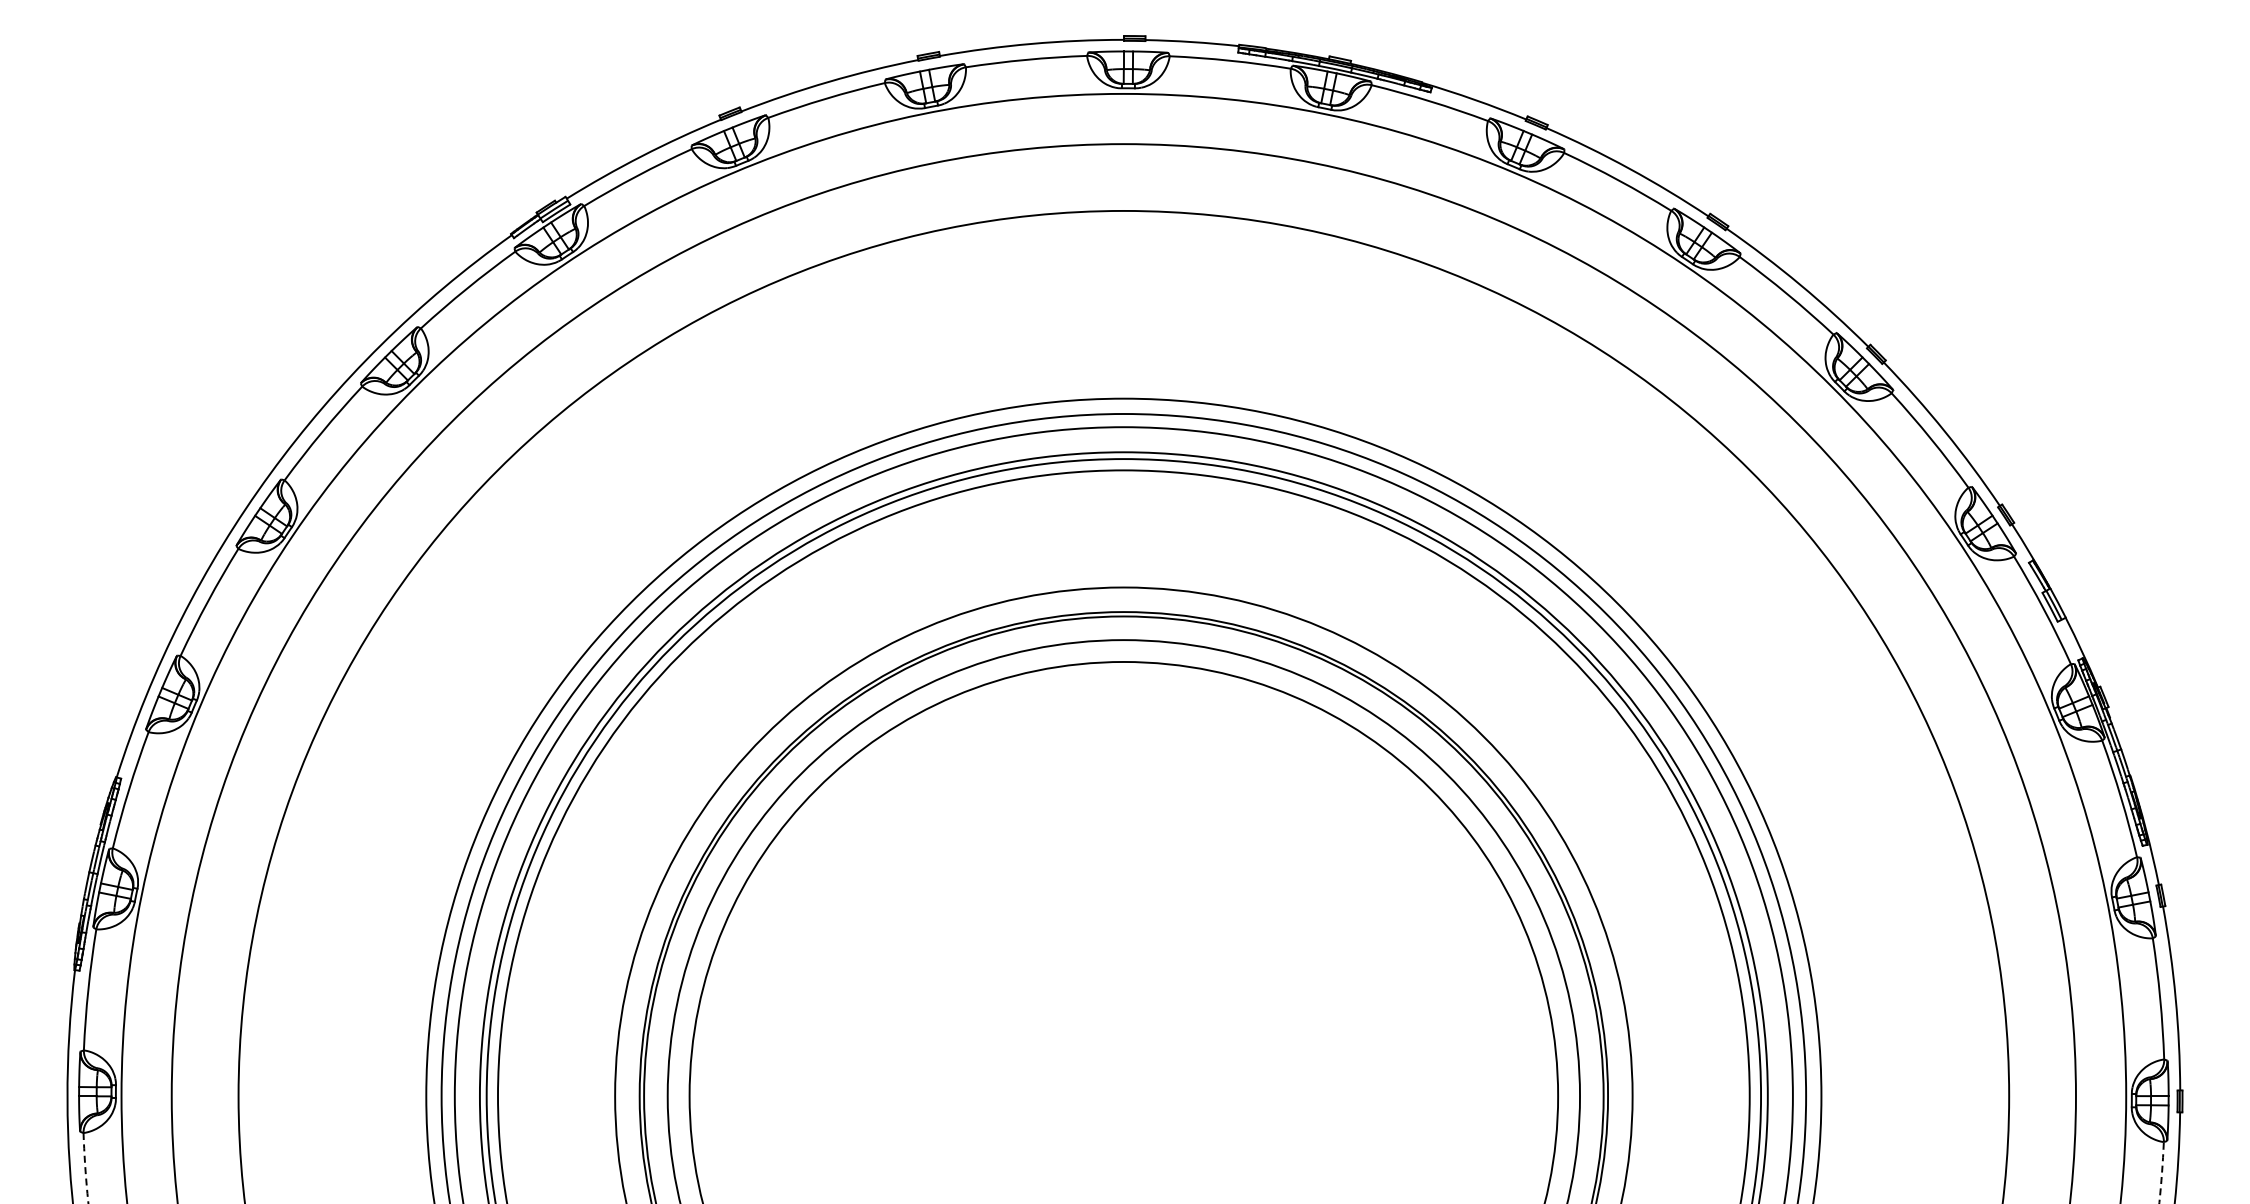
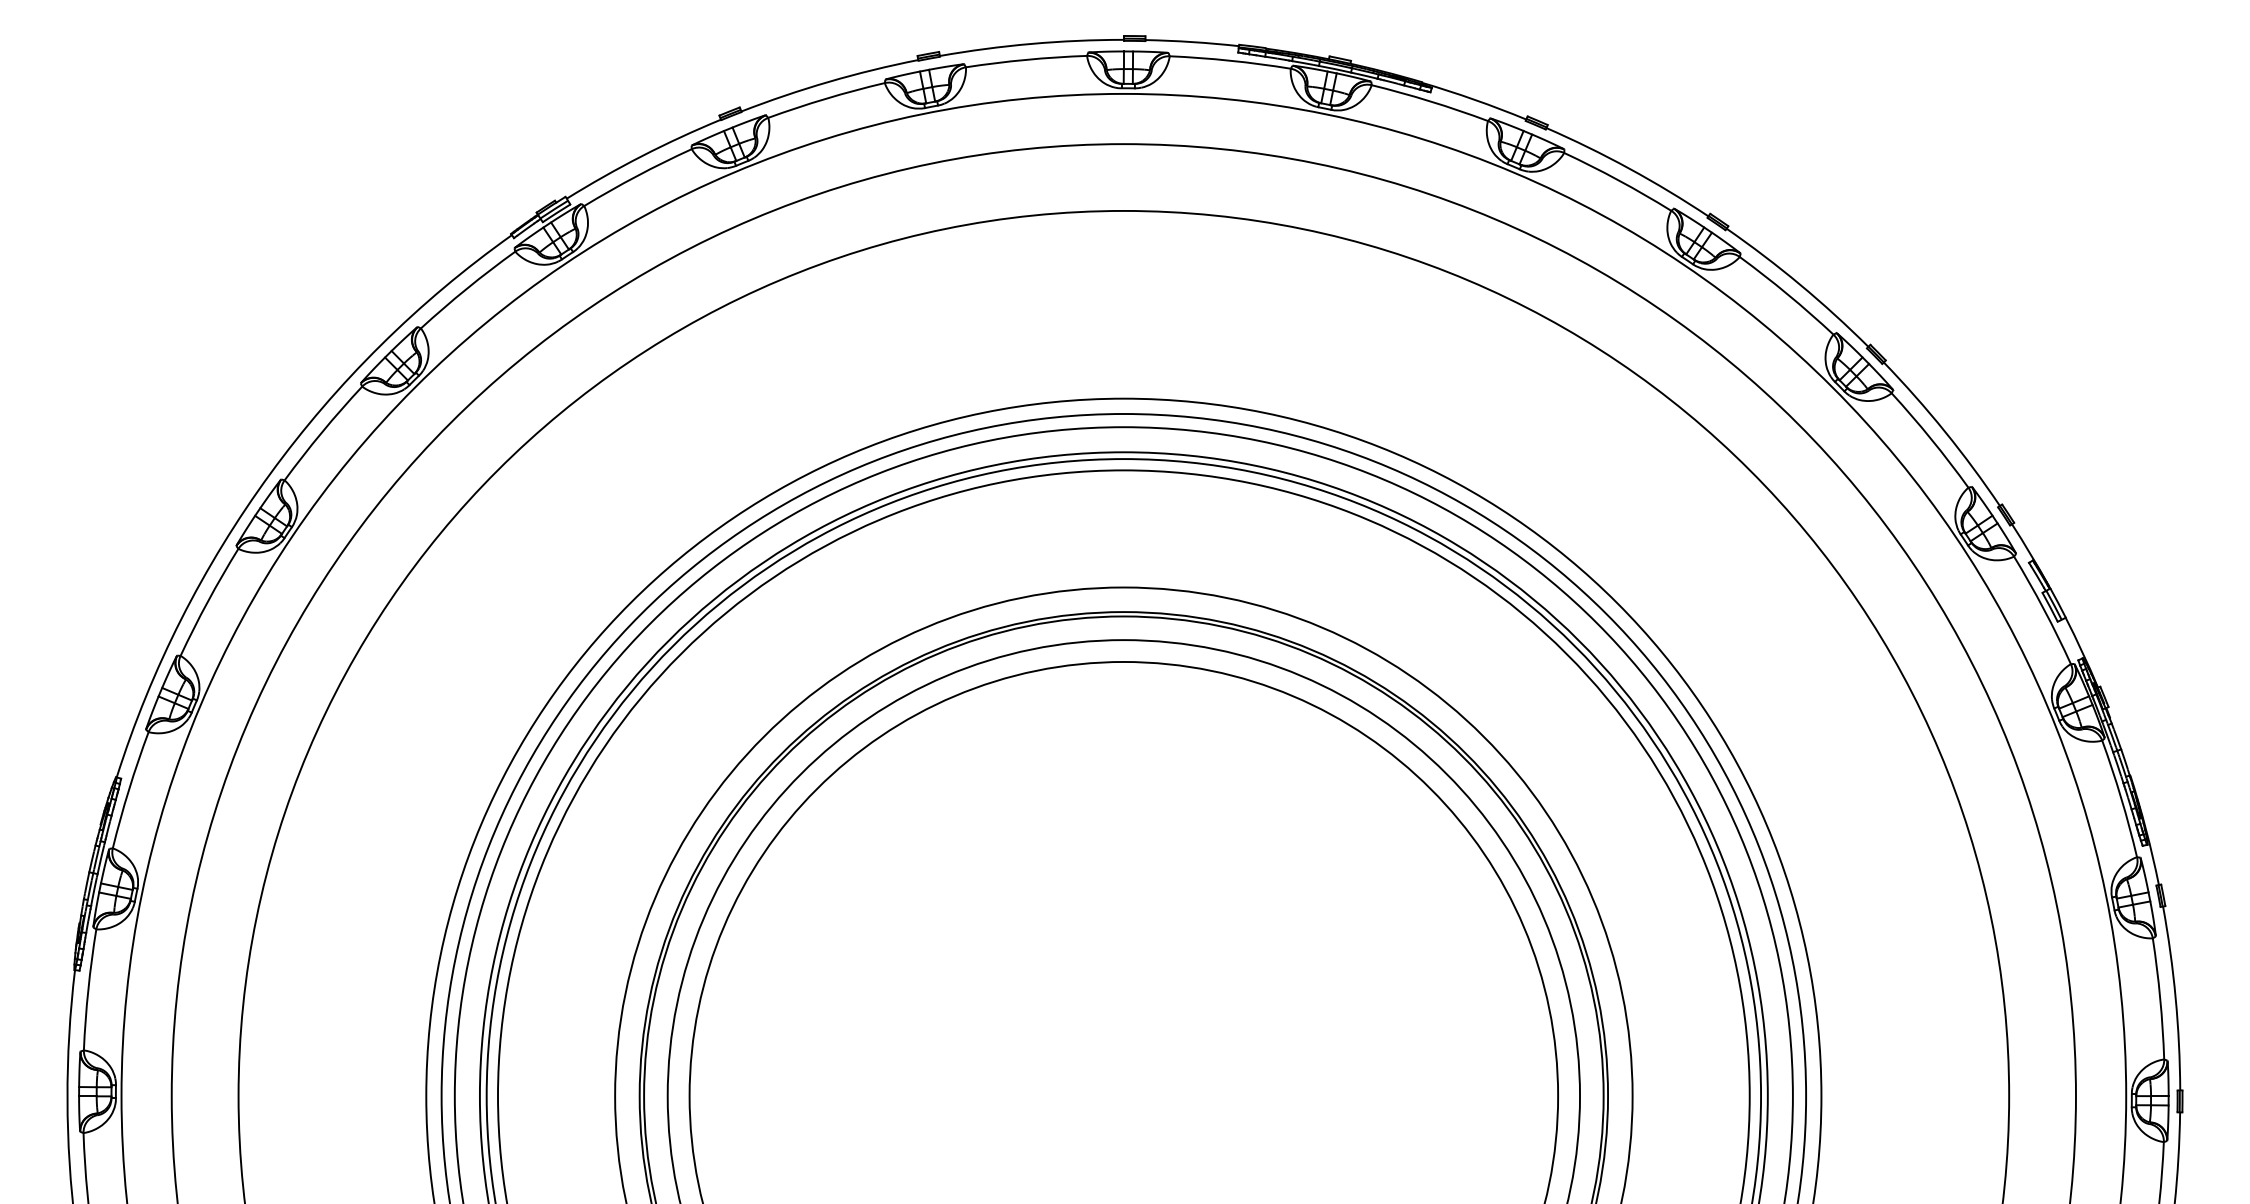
arc at (85, 1168): dashed -> solid
arc at (2162, 1172): dashed -> solid
